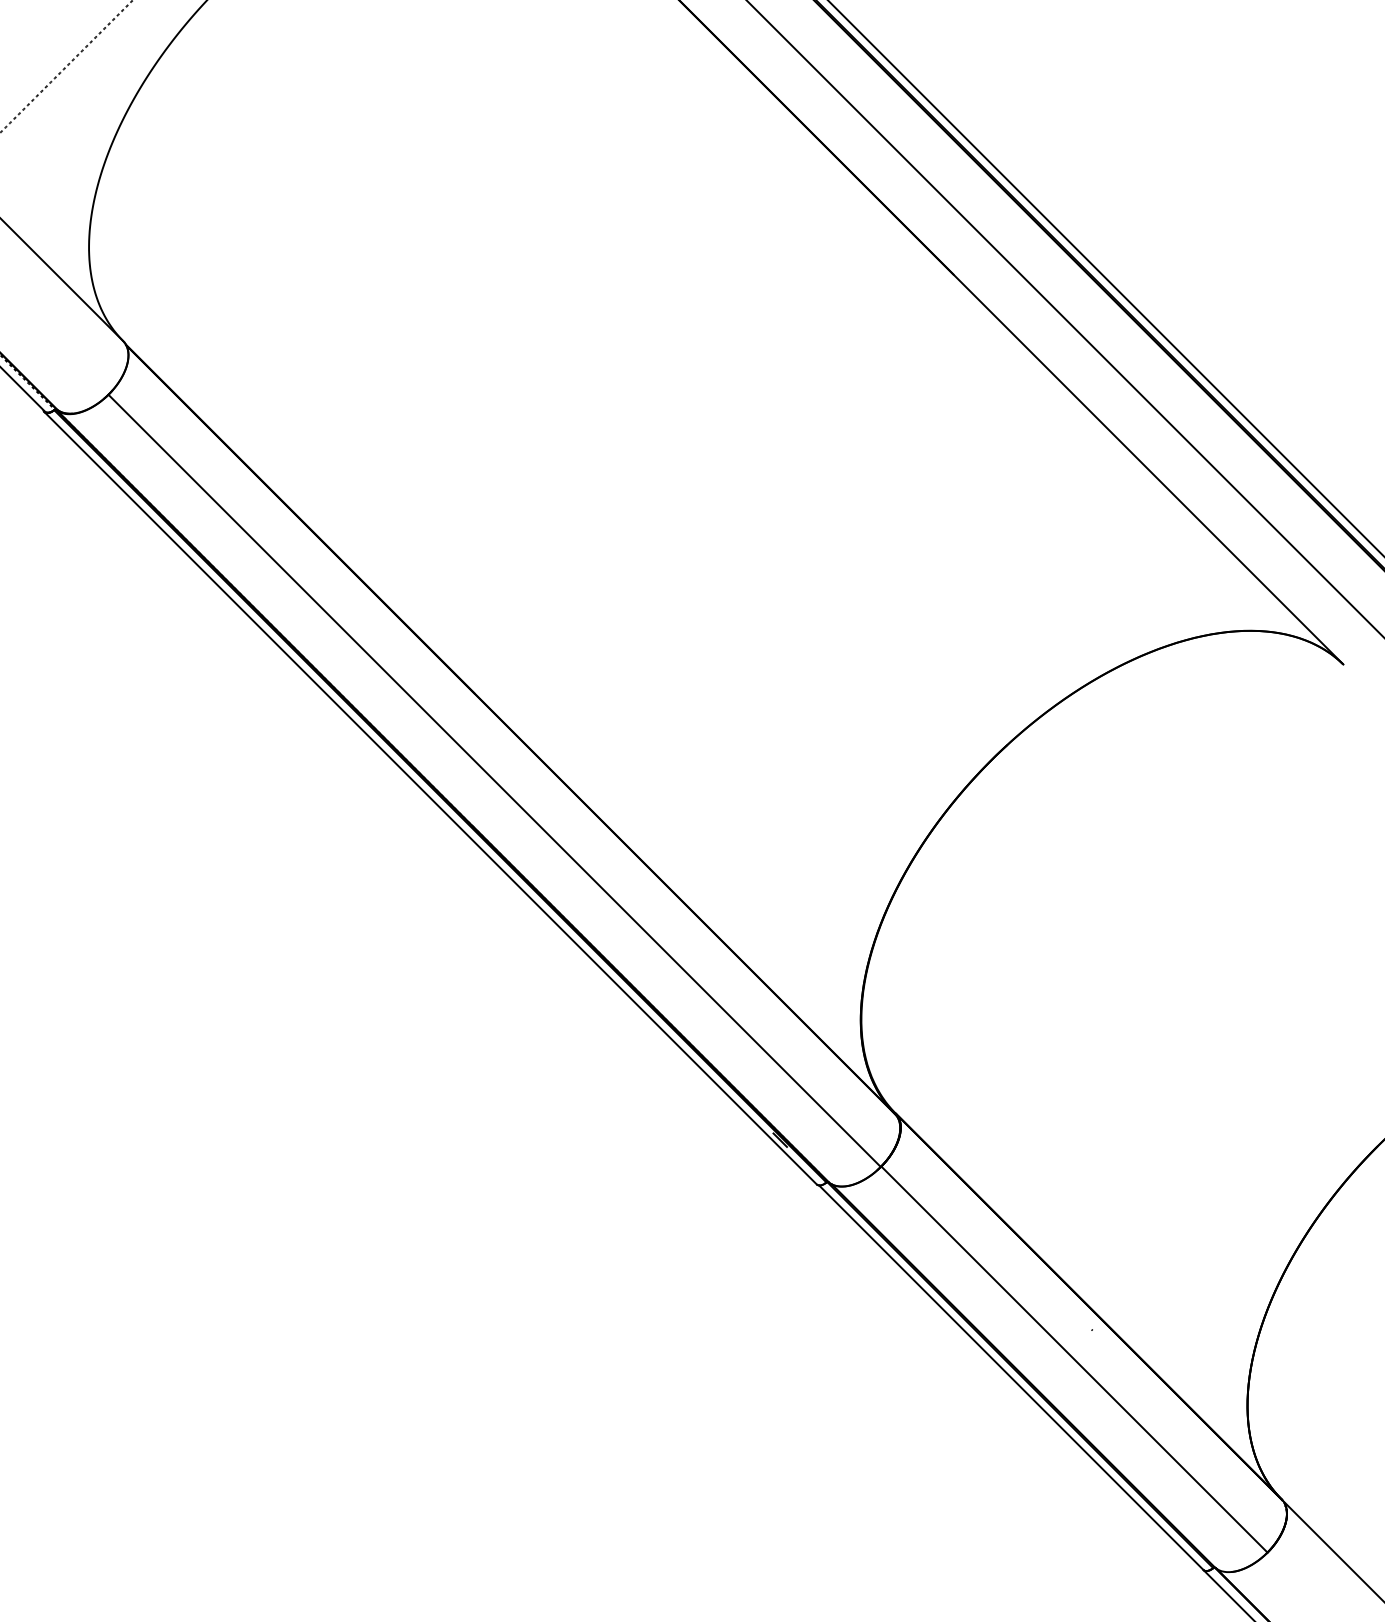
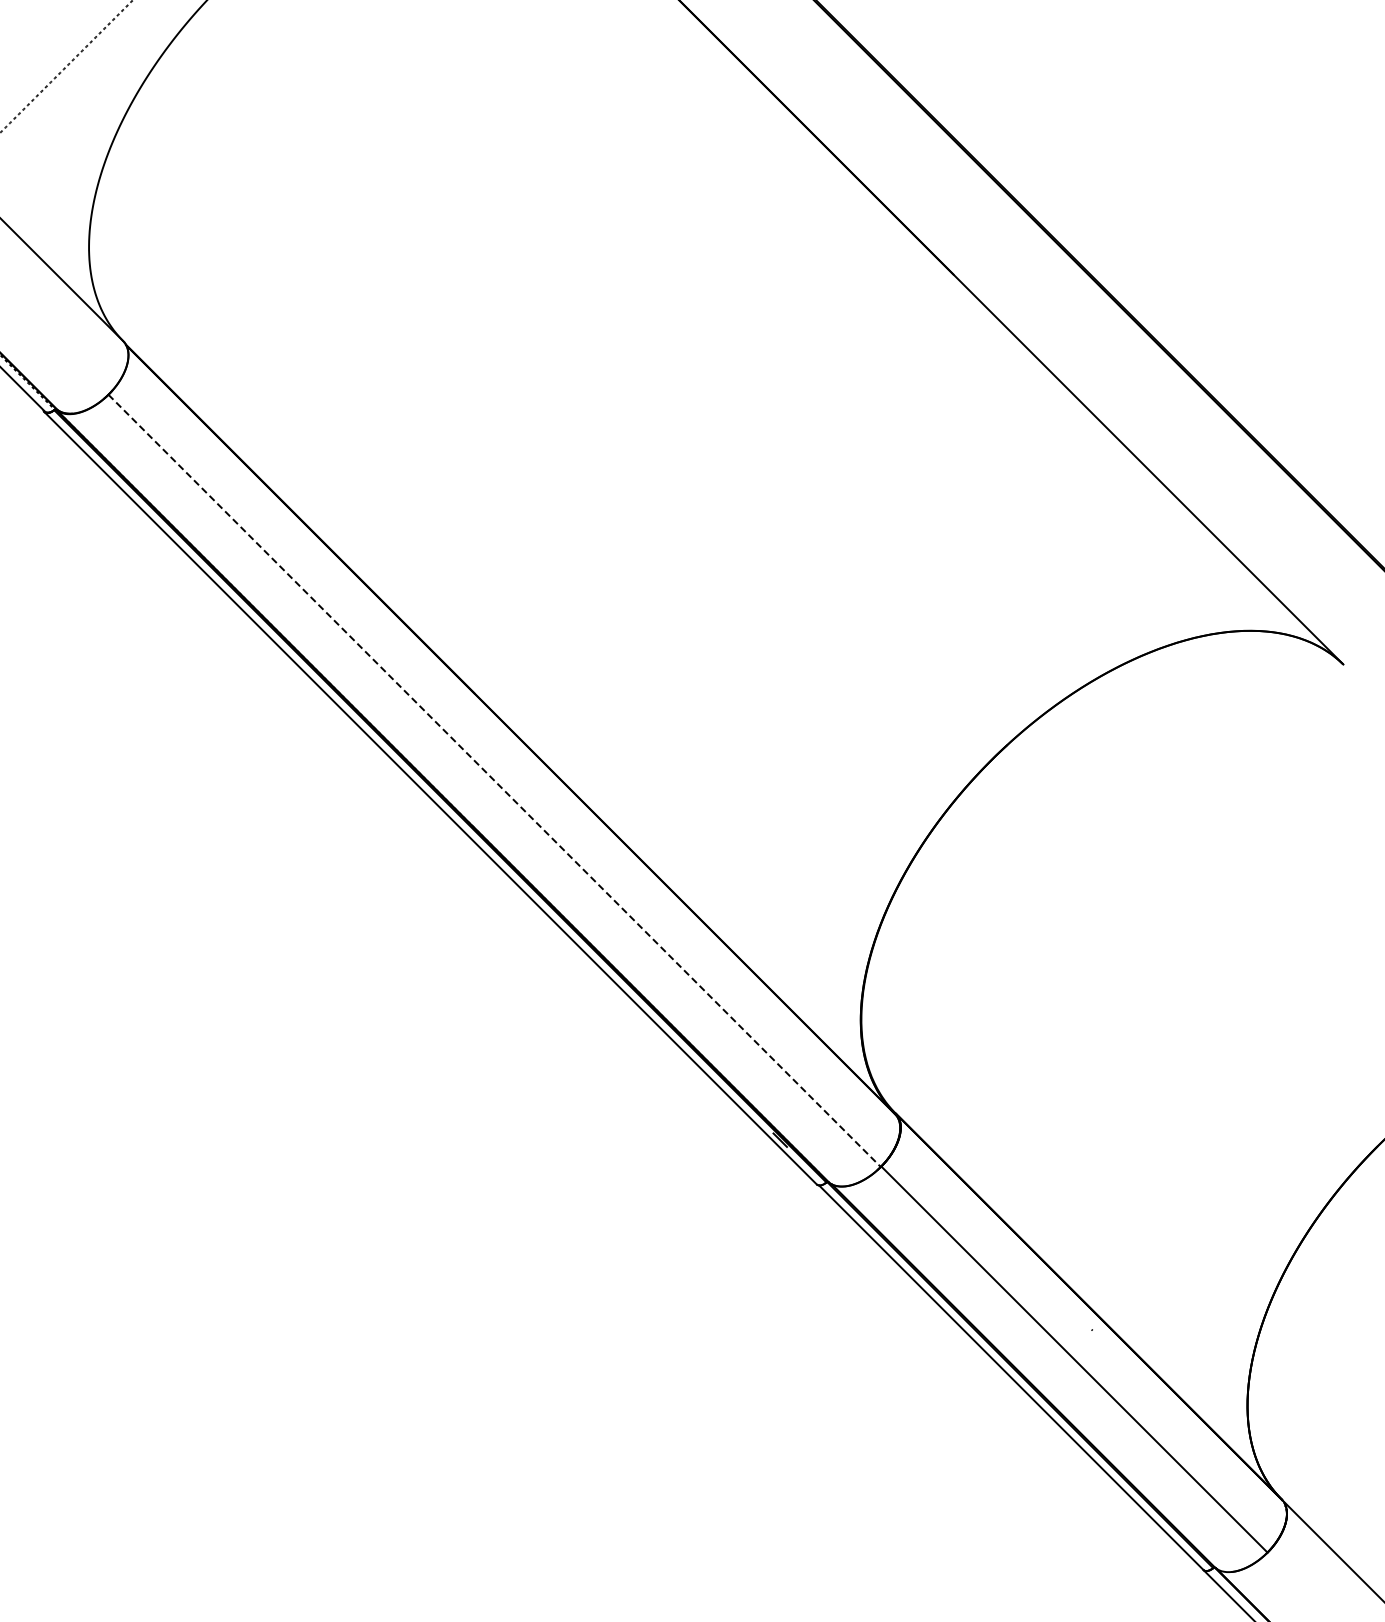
line at (1105, 278): present -> none
line at (1064, 318): present -> none
line at (495, 781): solid -> dashed
